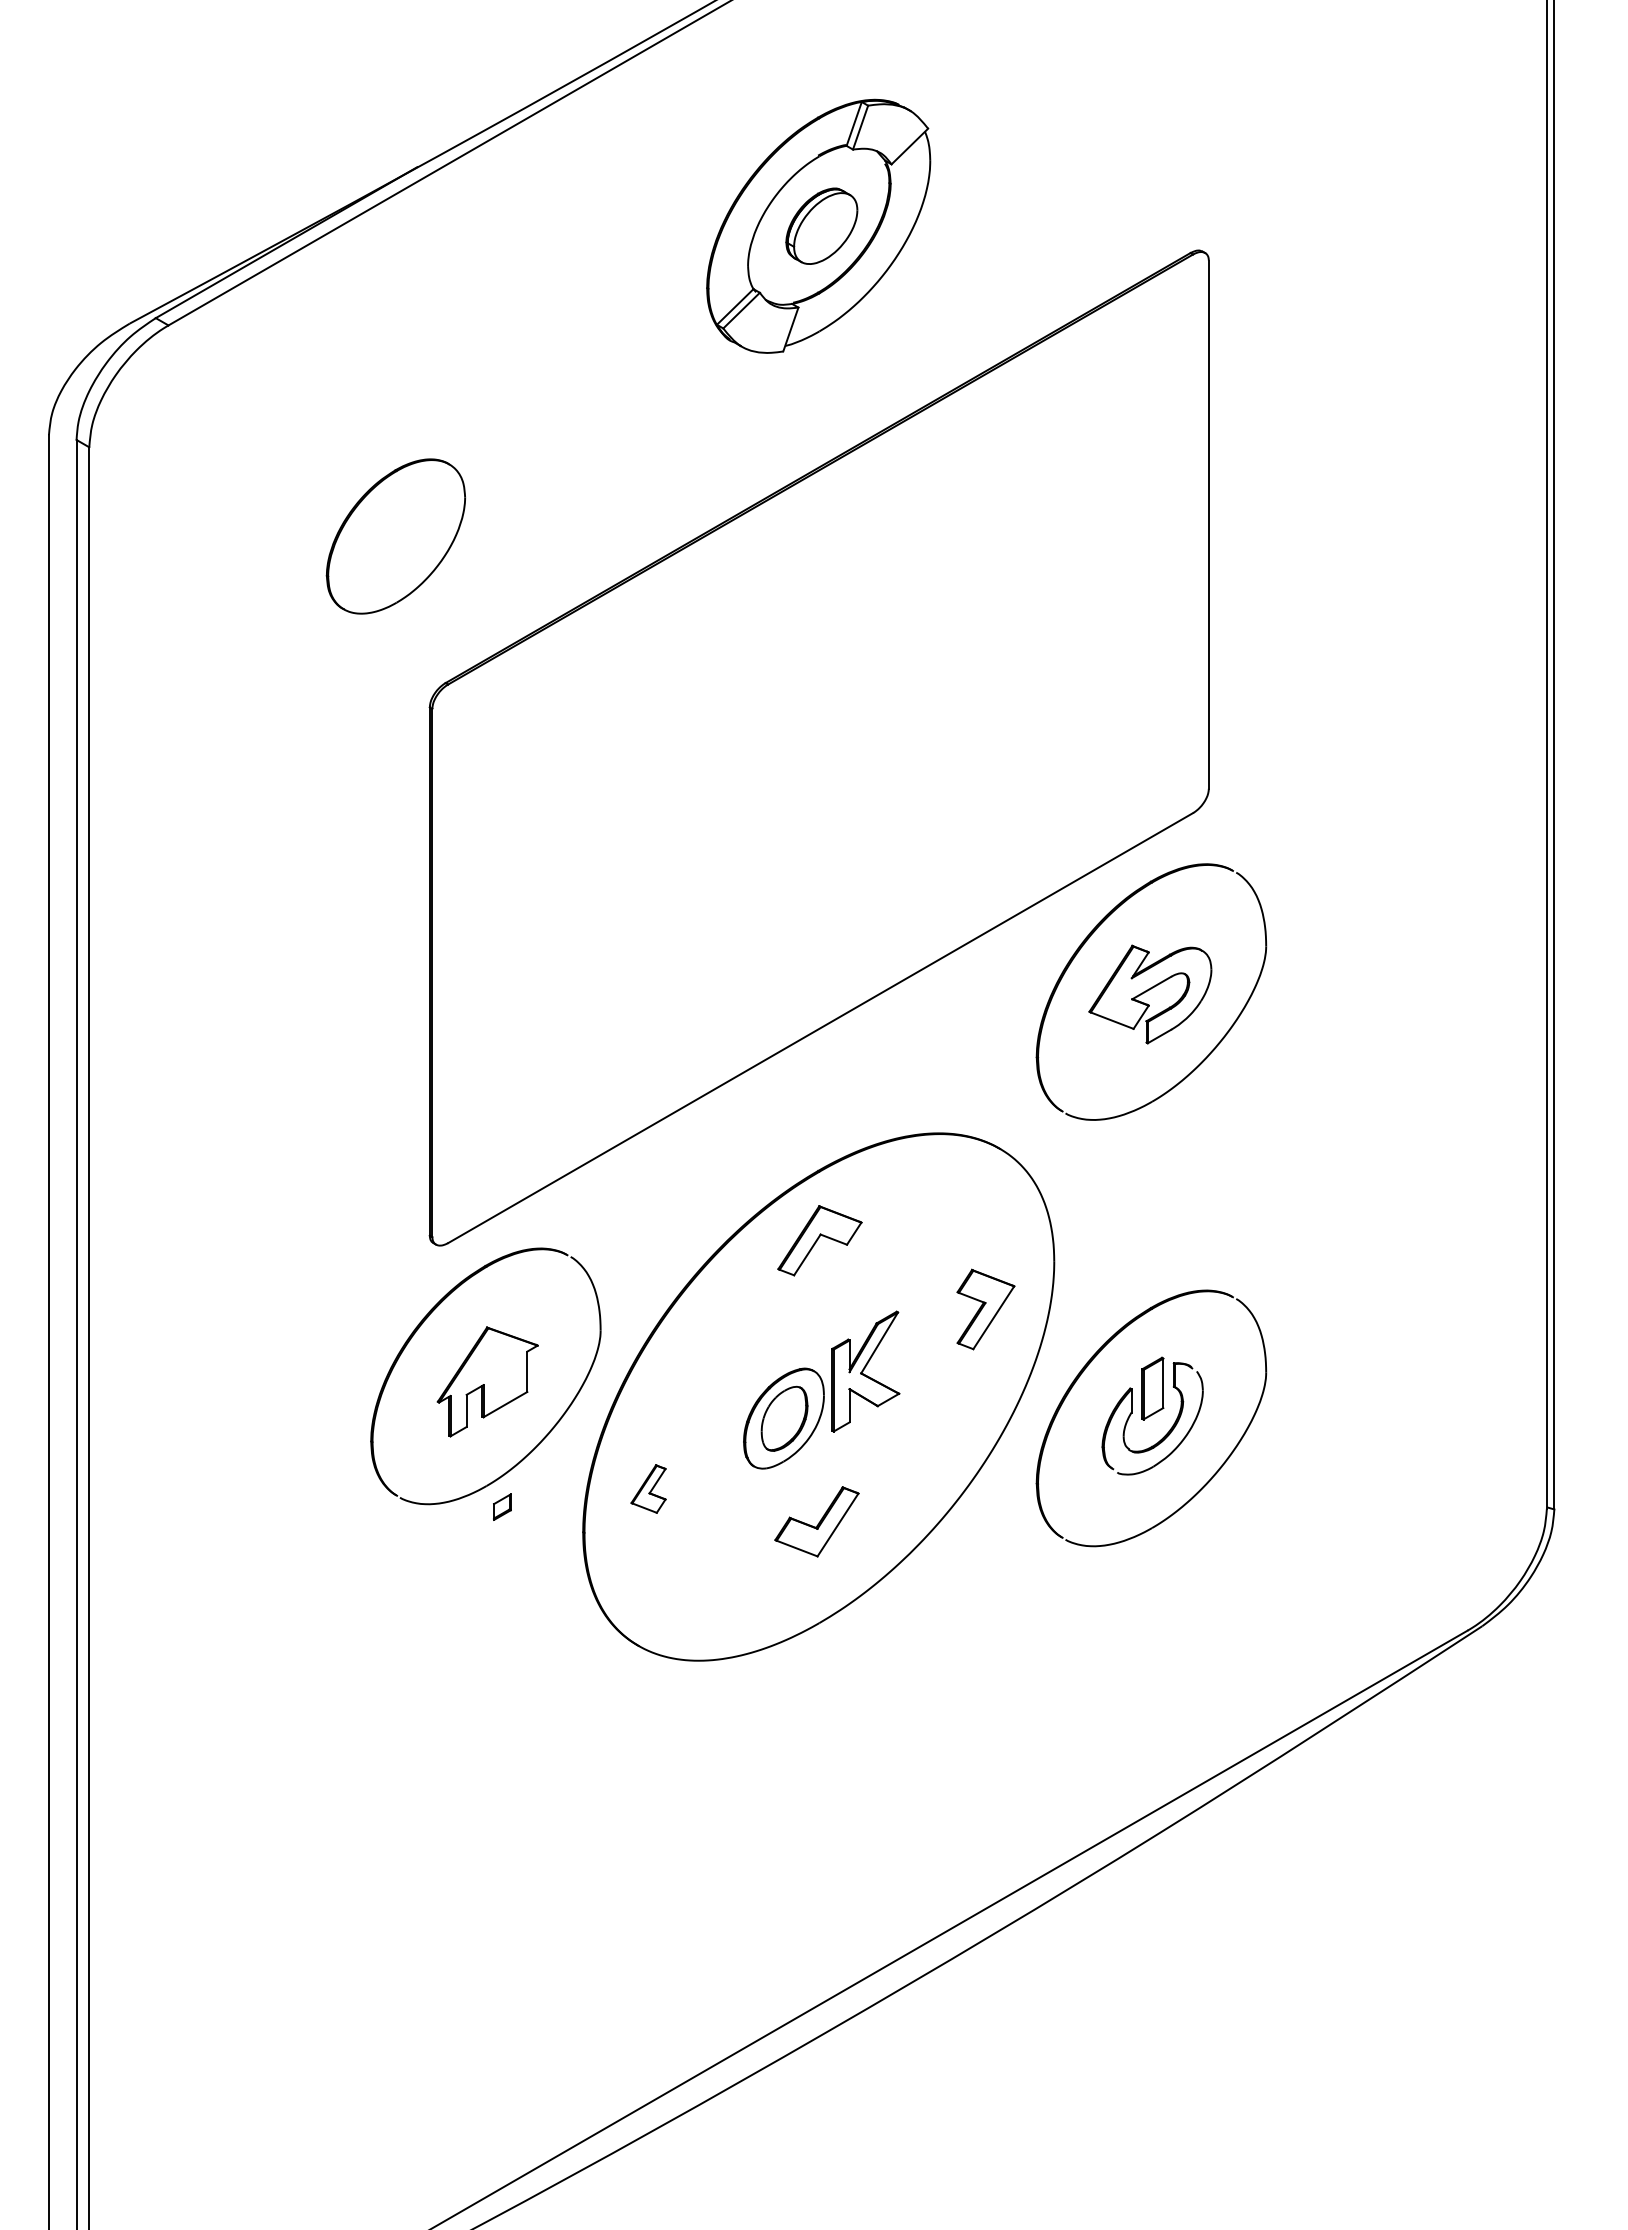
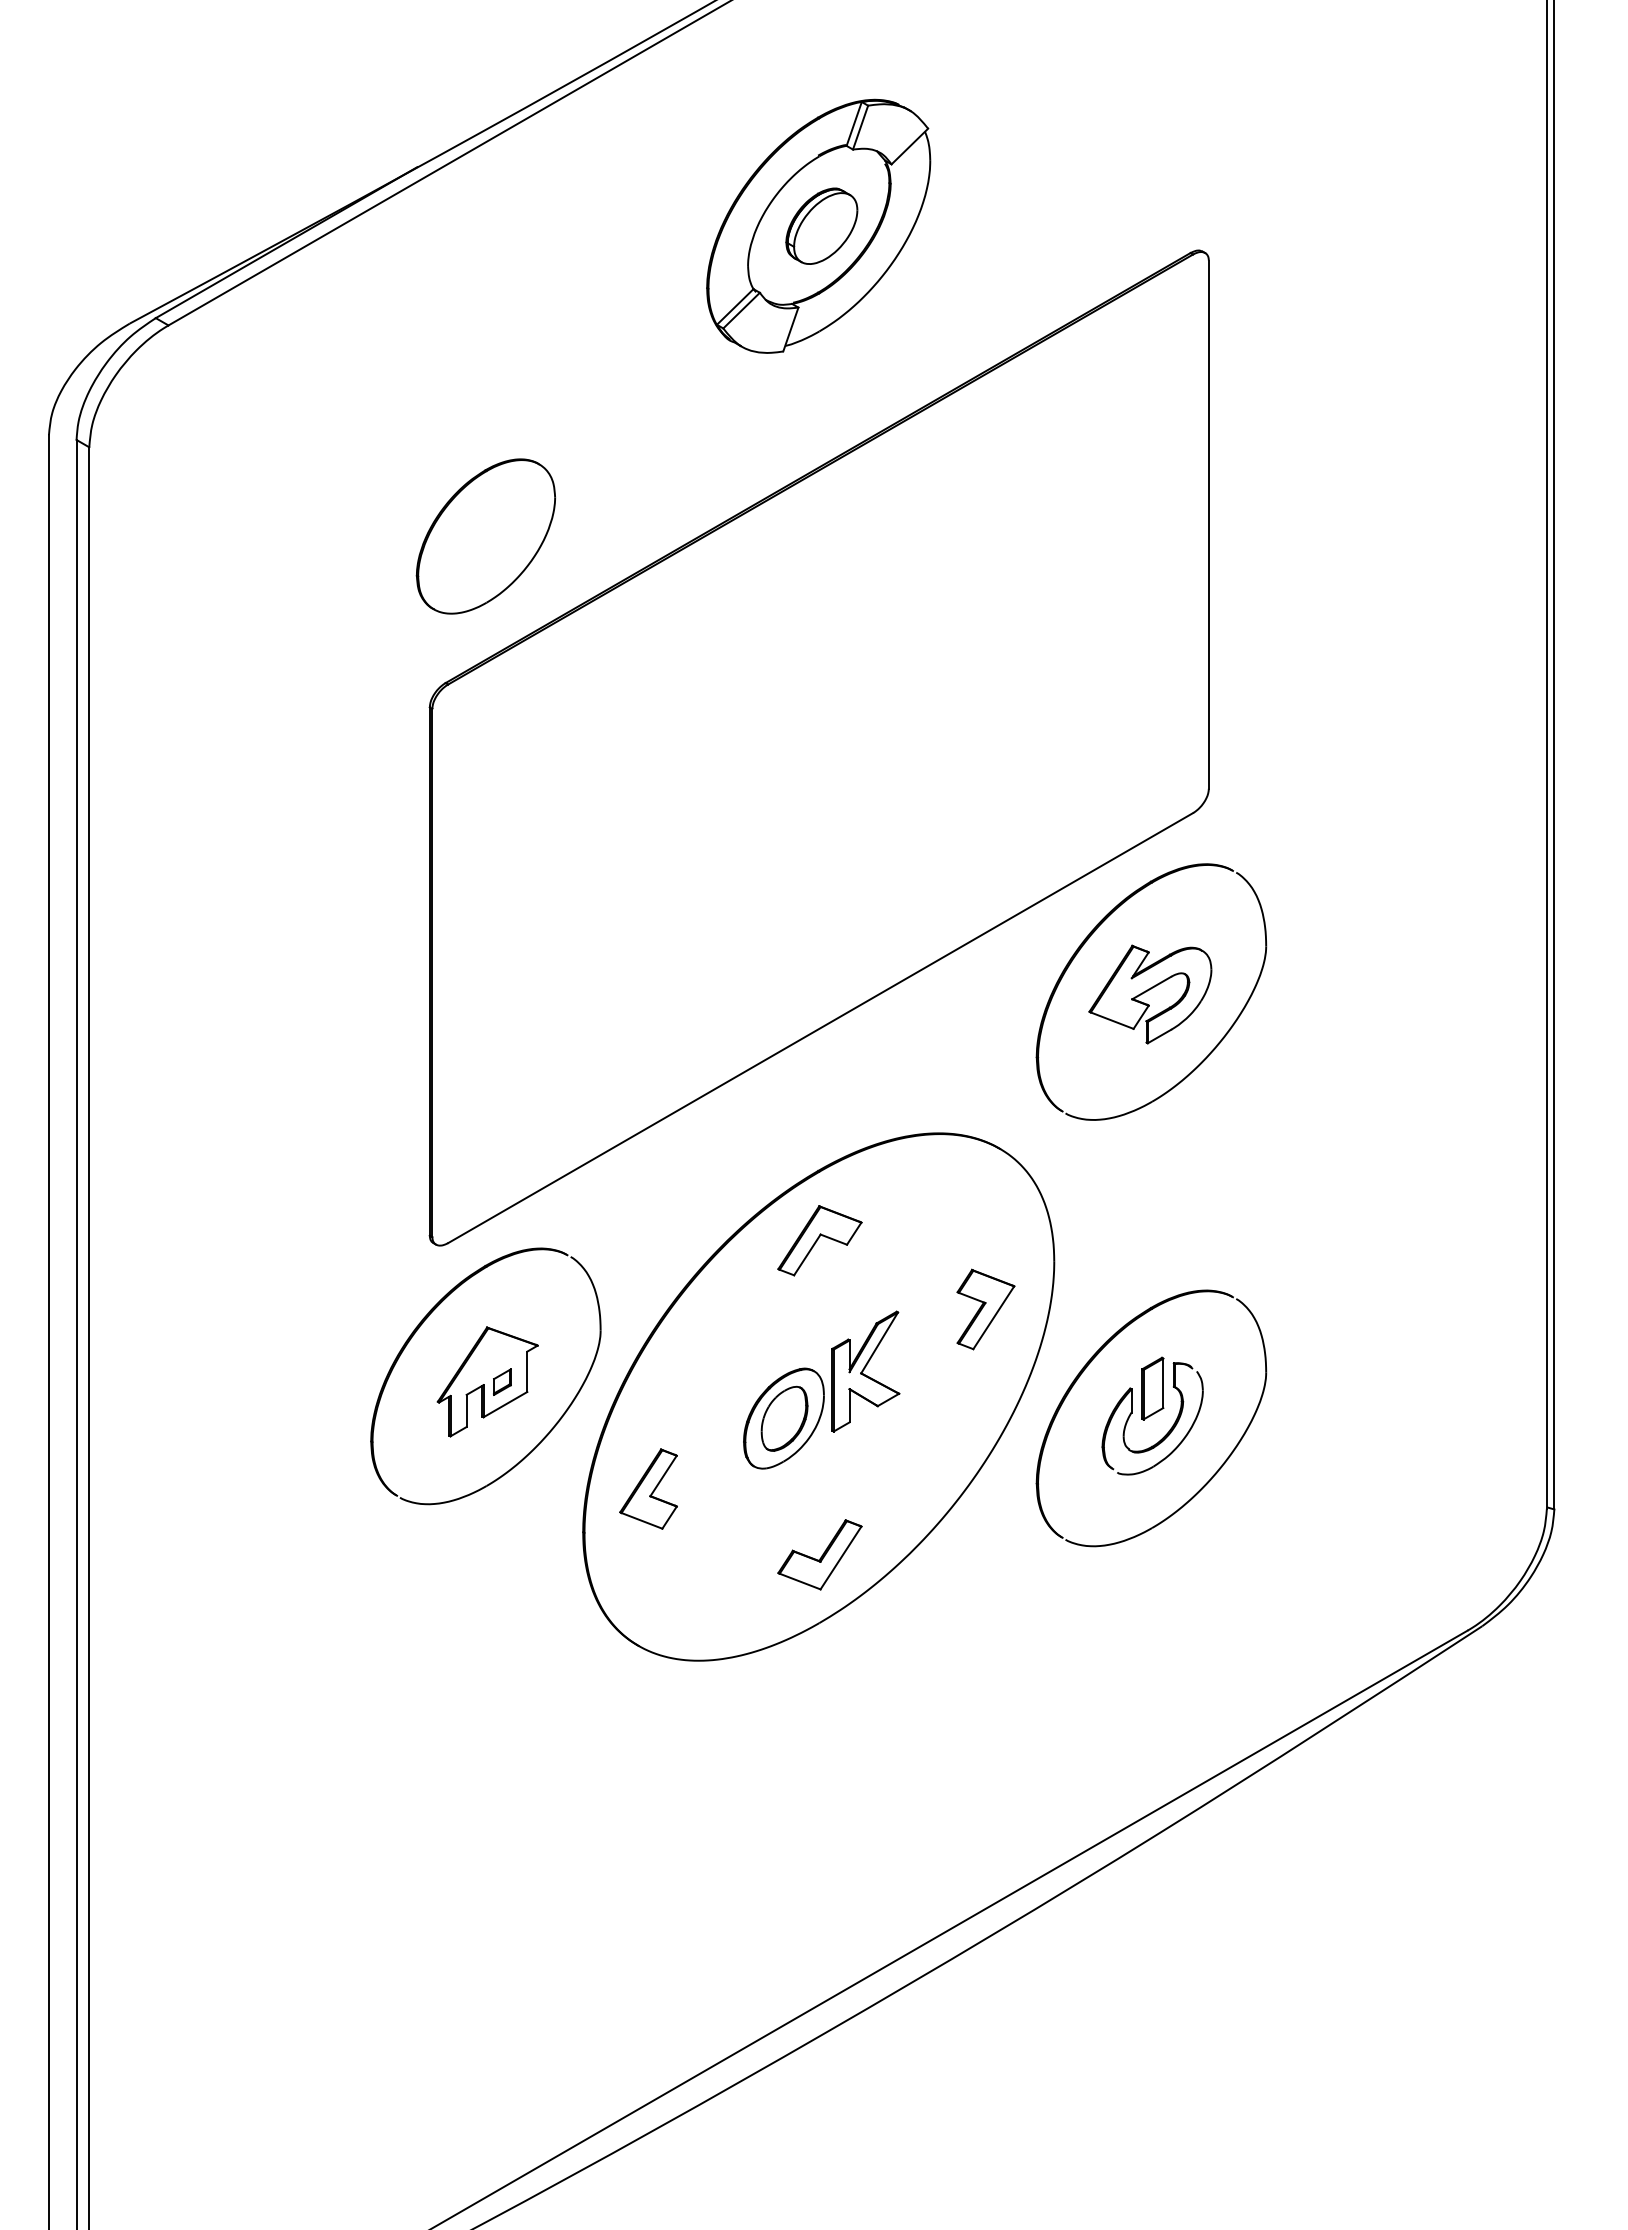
part at (395, 536) position: (395, 536) -> (485, 536)
part at (648, 1488) size: 37x50 px -> 59x82 px
part at (502, 1506) position: (502, 1506) -> (502, 1381)
part at (816, 1521) position: (816, 1521) -> (819, 1554)
